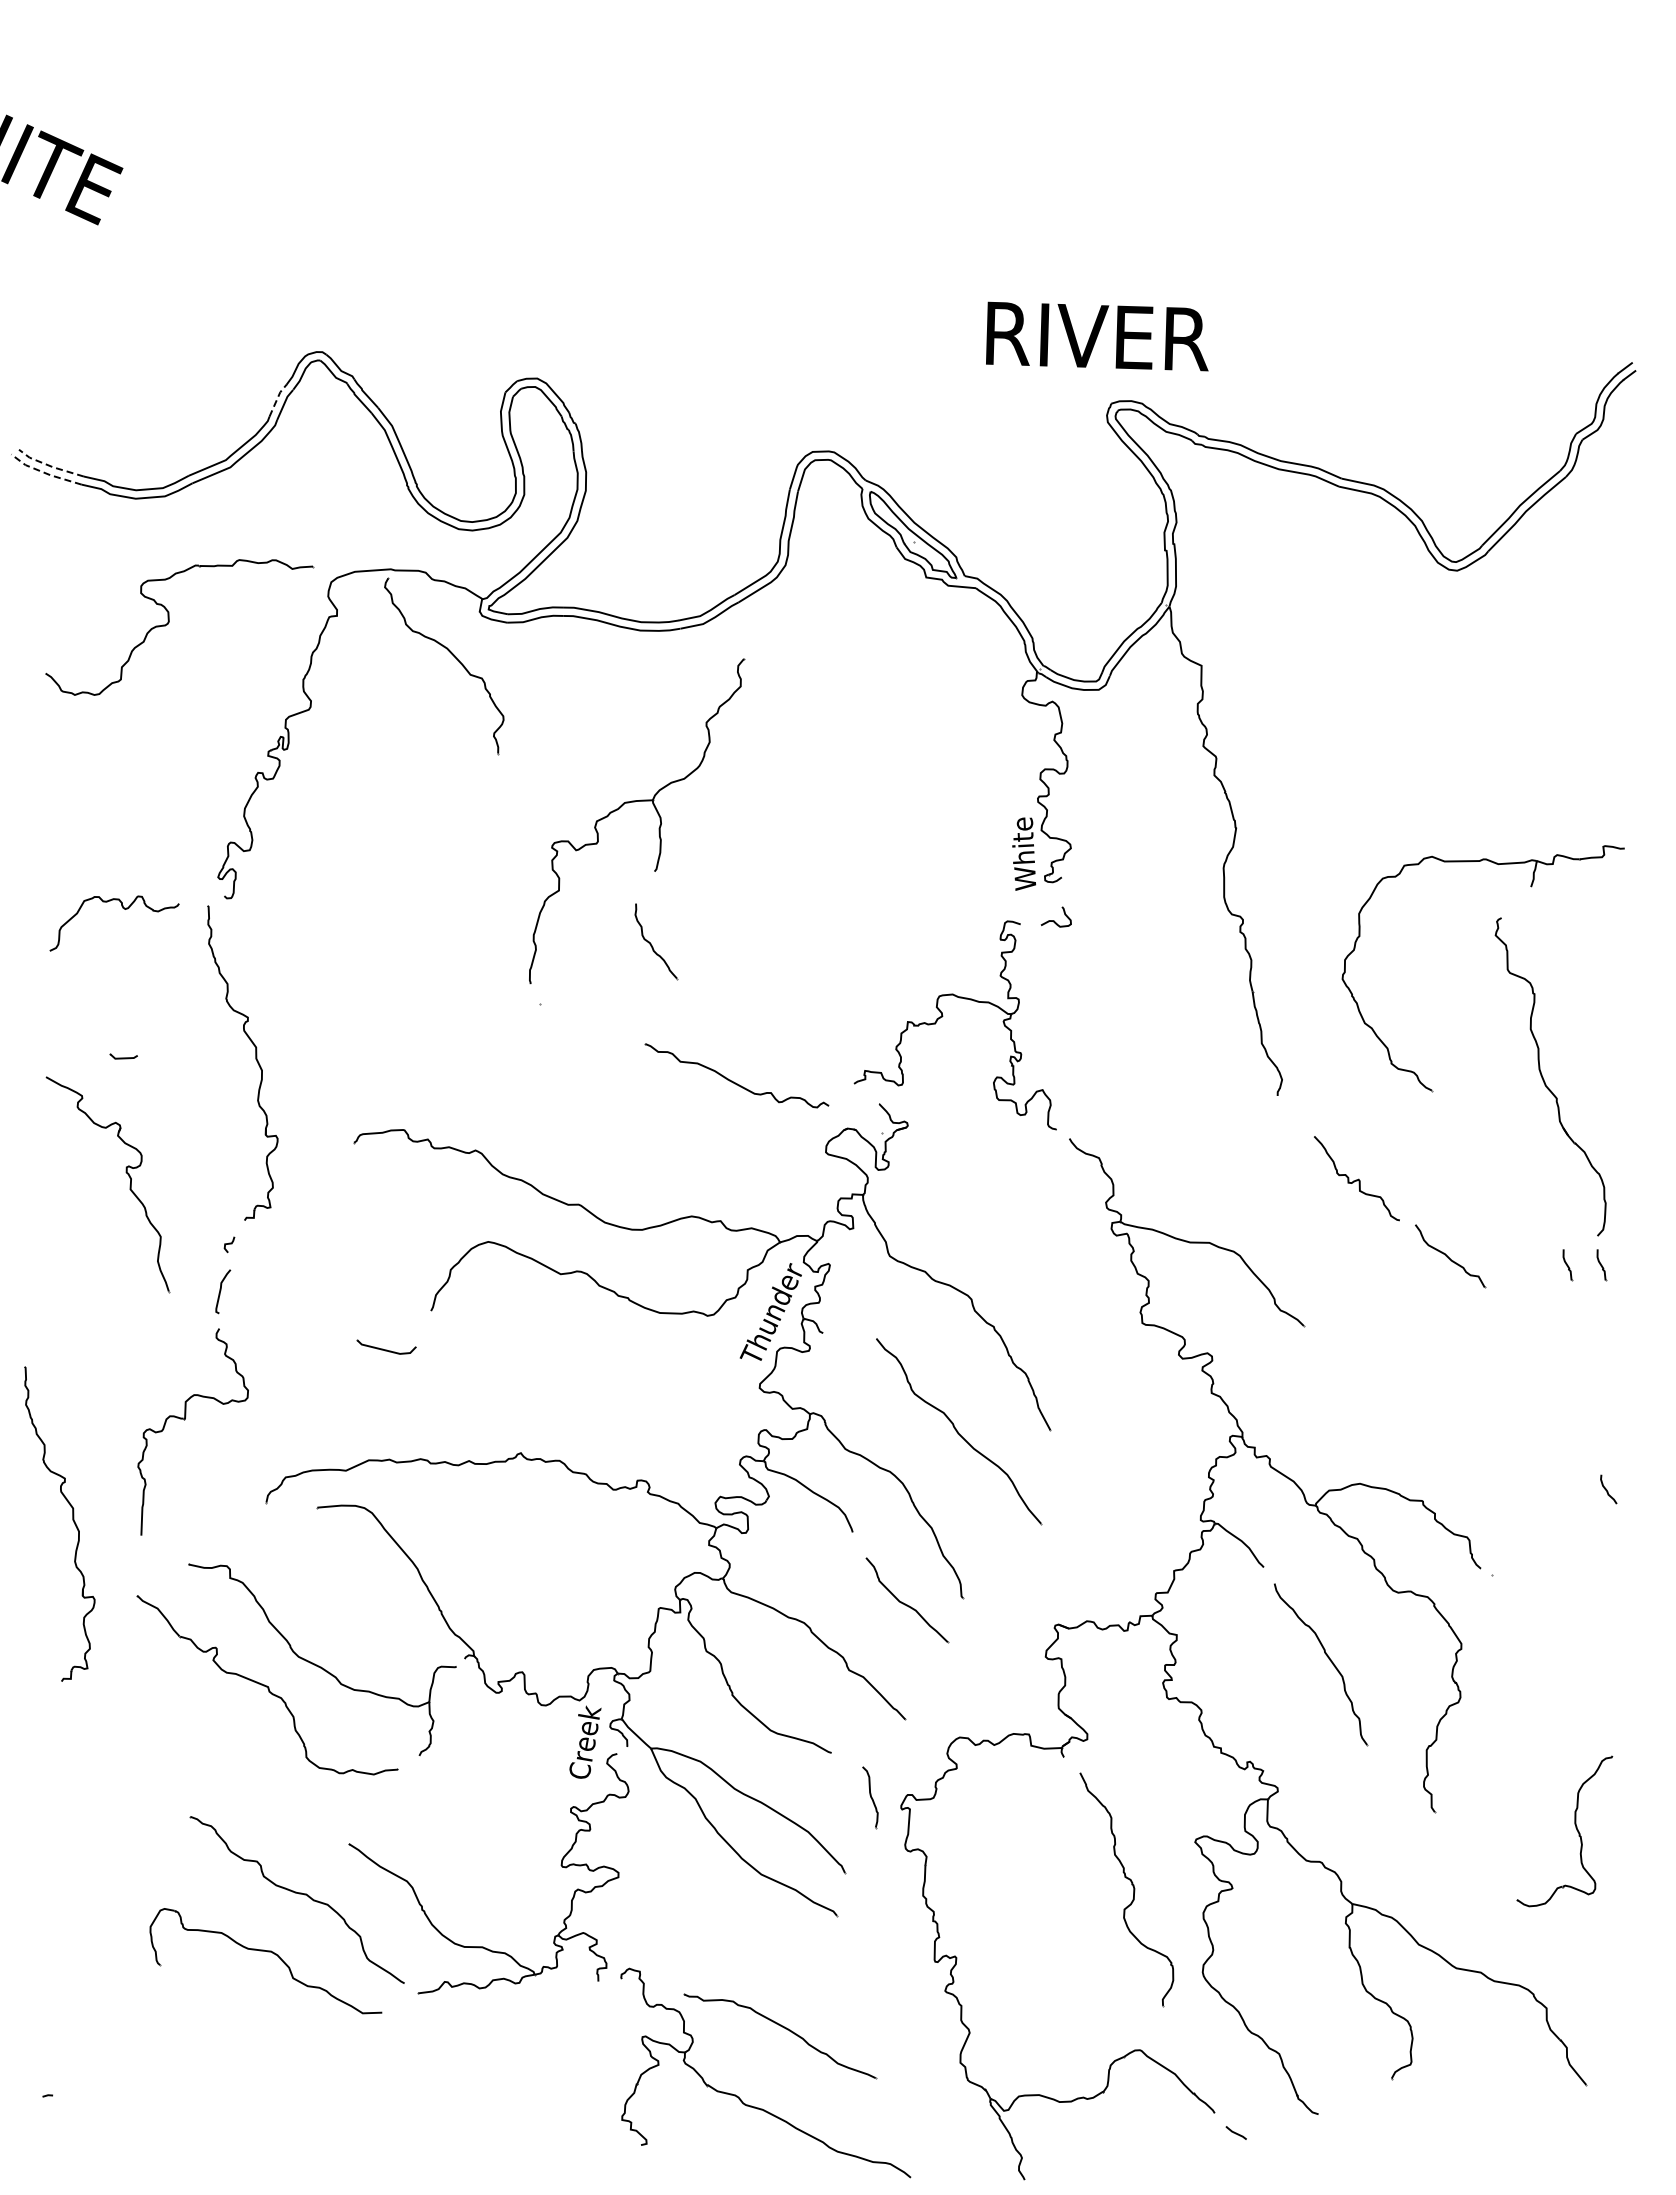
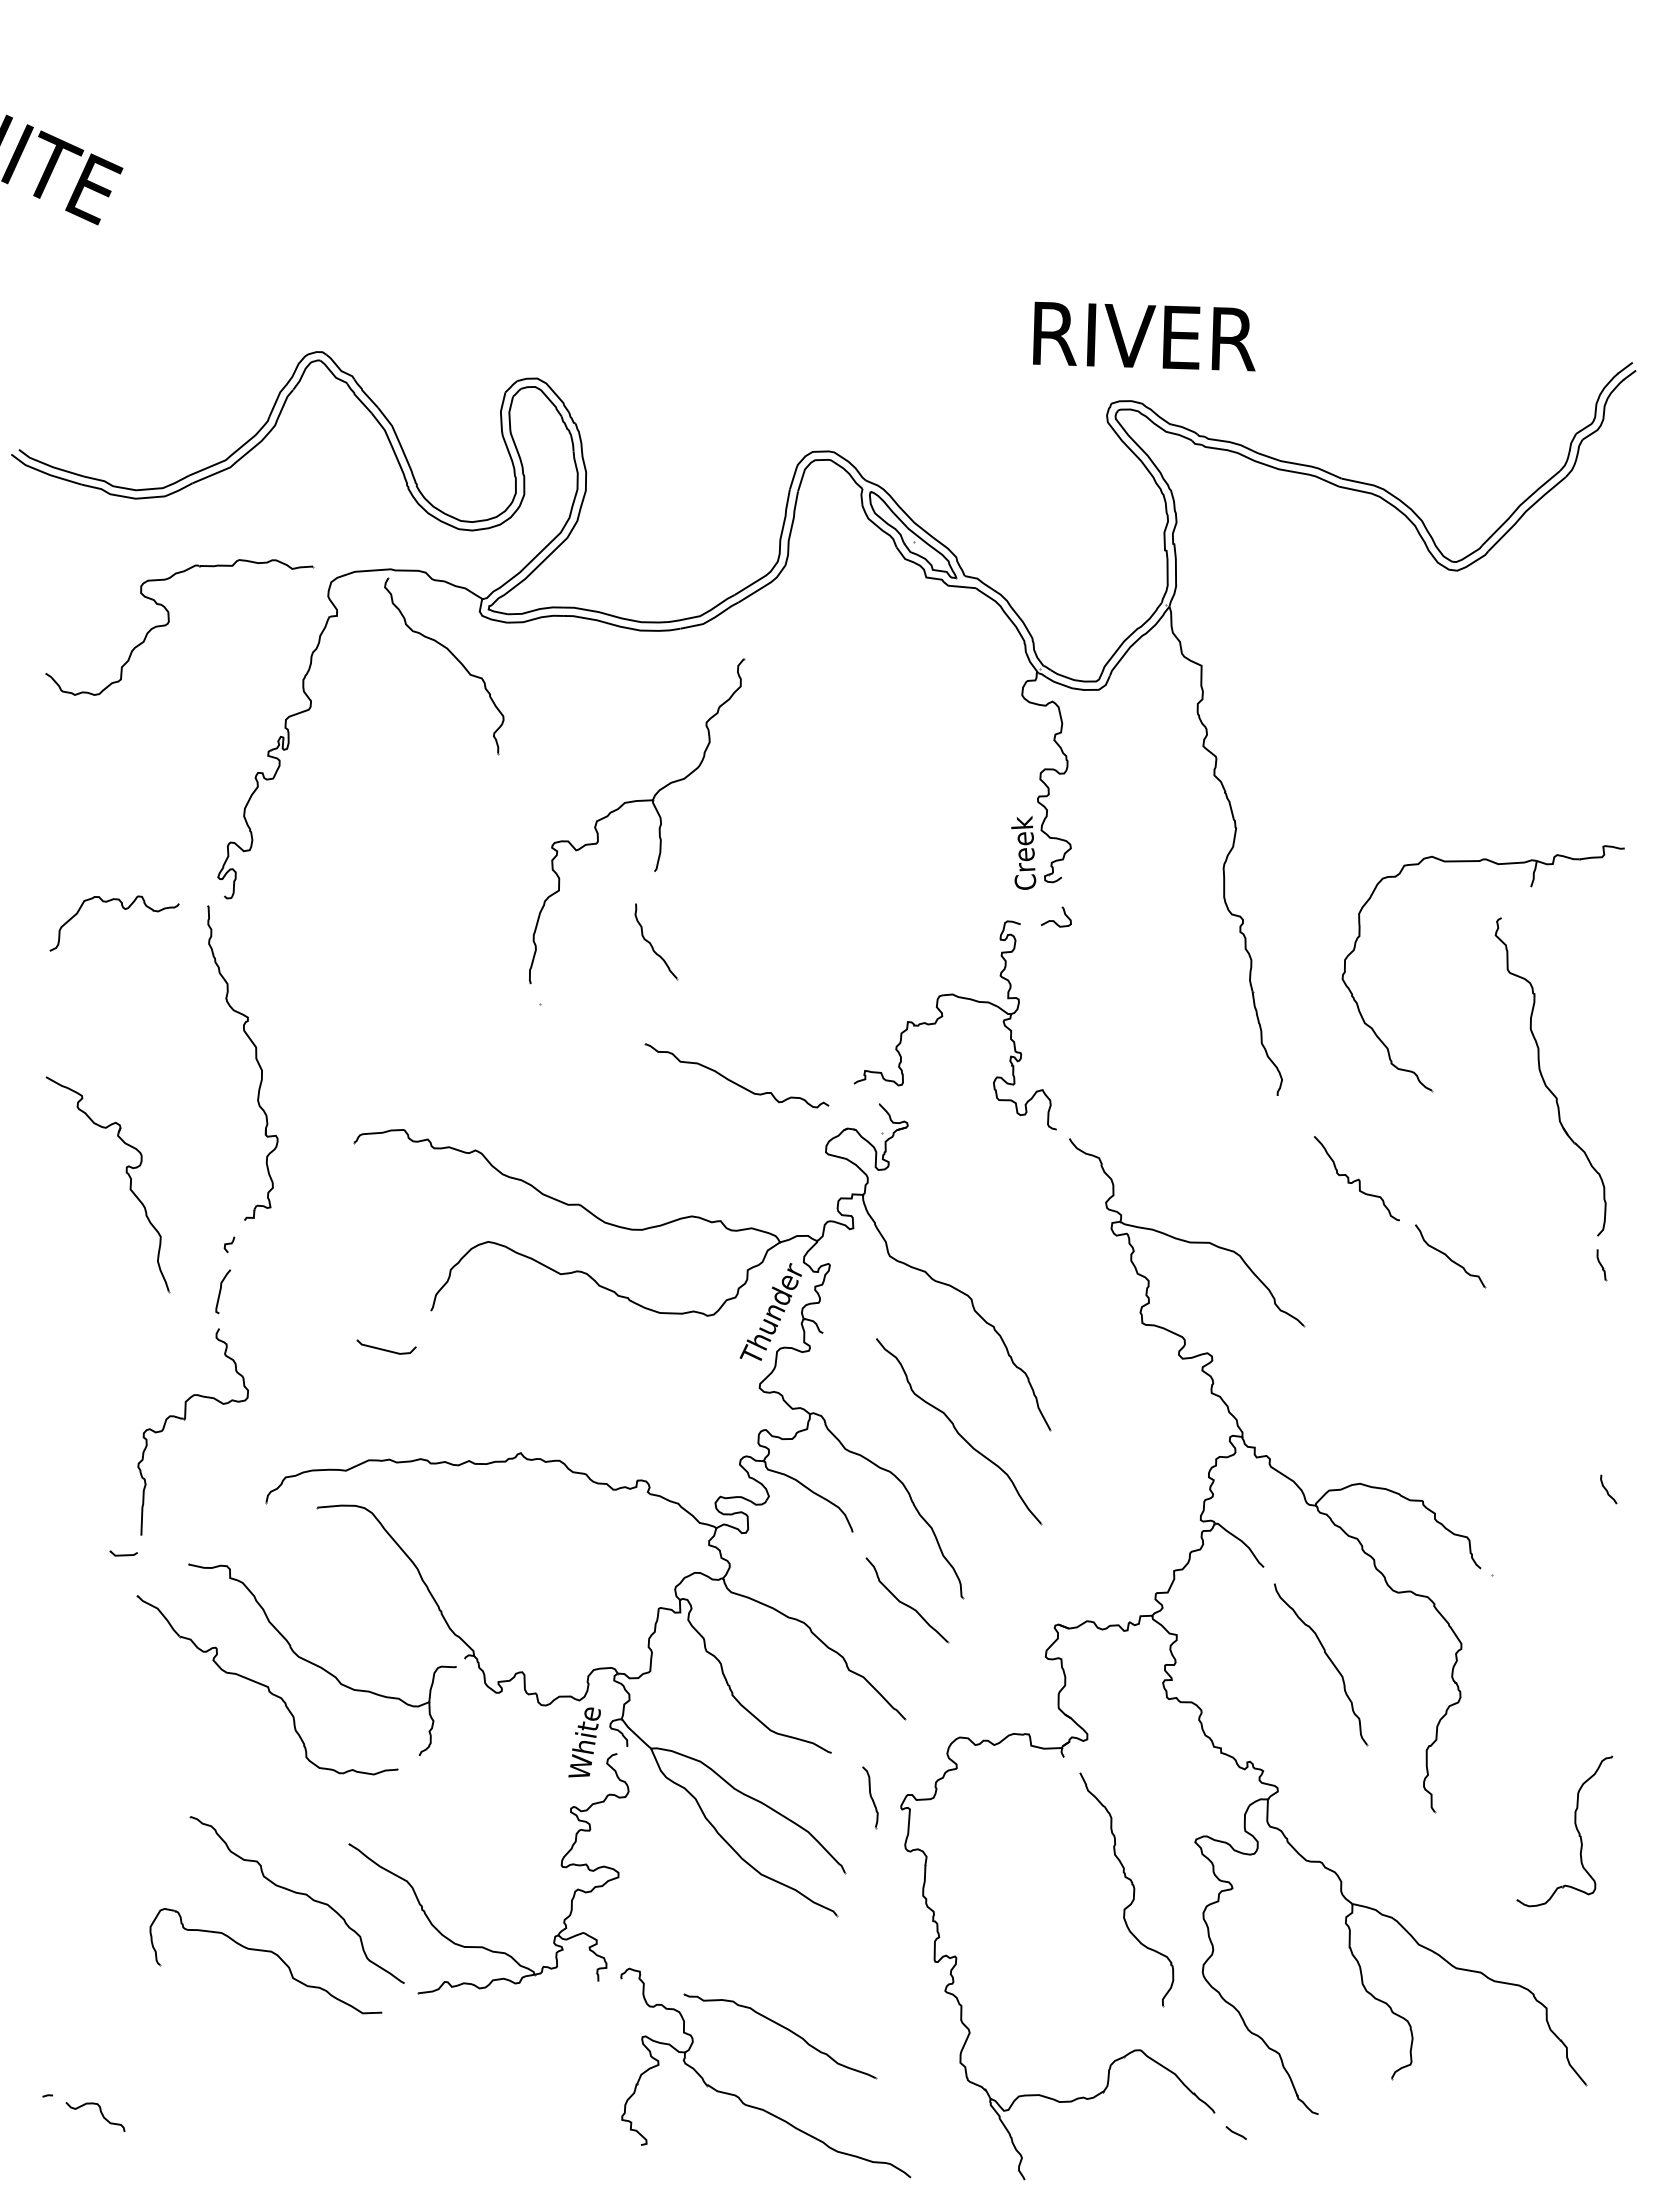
text at (1097, 336) position: (1097, 336) -> (1144, 336)
line at (277, 398): dashed -> solid
line at (49, 465): dashed -> solid
line at (44, 472): dashed -> solid
text at (1023, 852): White -> Creek
part at (123, 1056) position: (123, 1056) -> (123, 1553)
part at (1567, 1265): present -> none
part at (72, 1520): present -> none
text at (584, 1741): Creek -> White
curve at (100, 2113): none -> present
